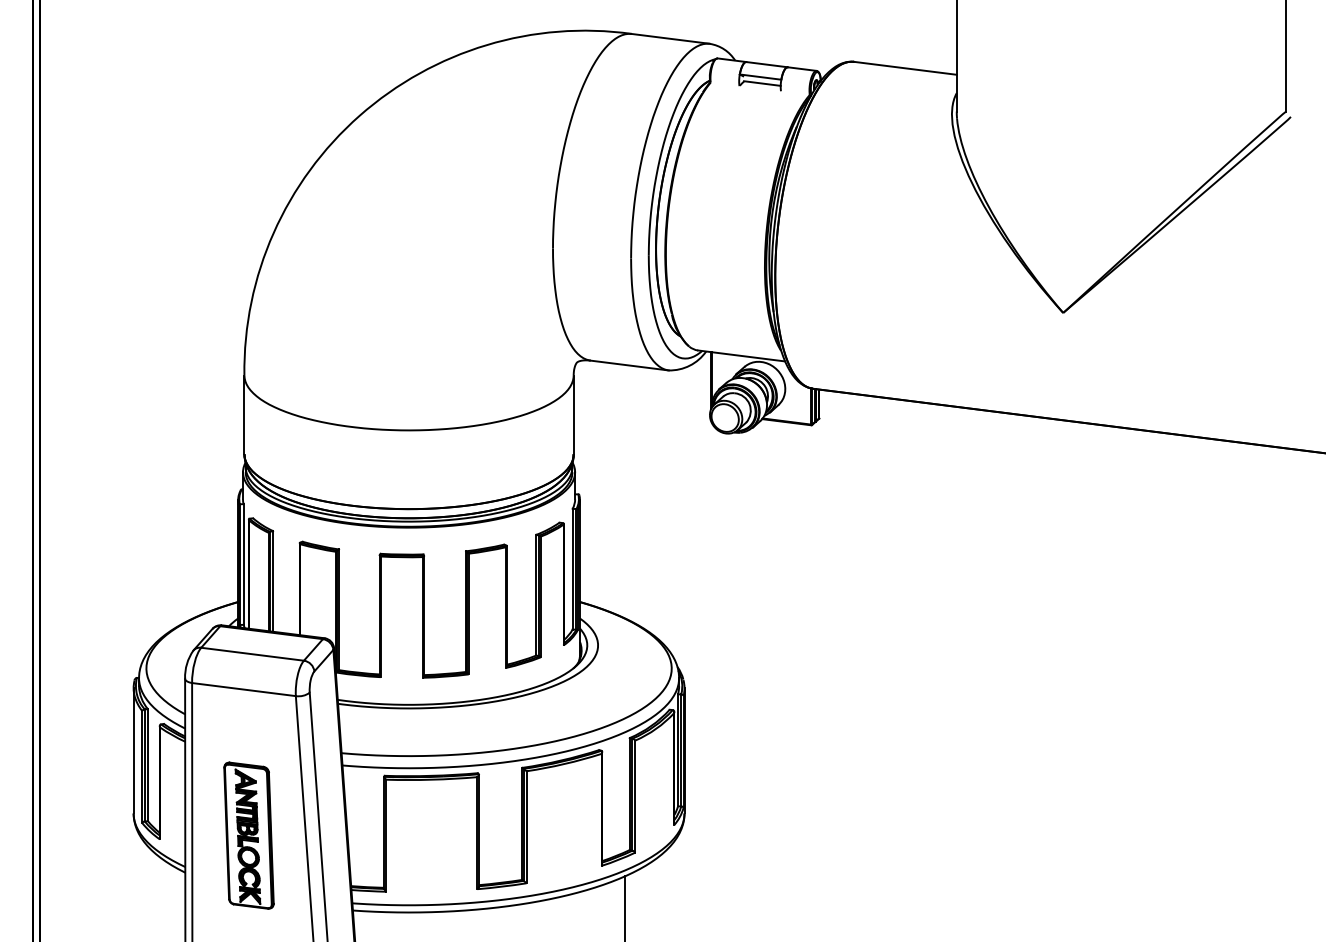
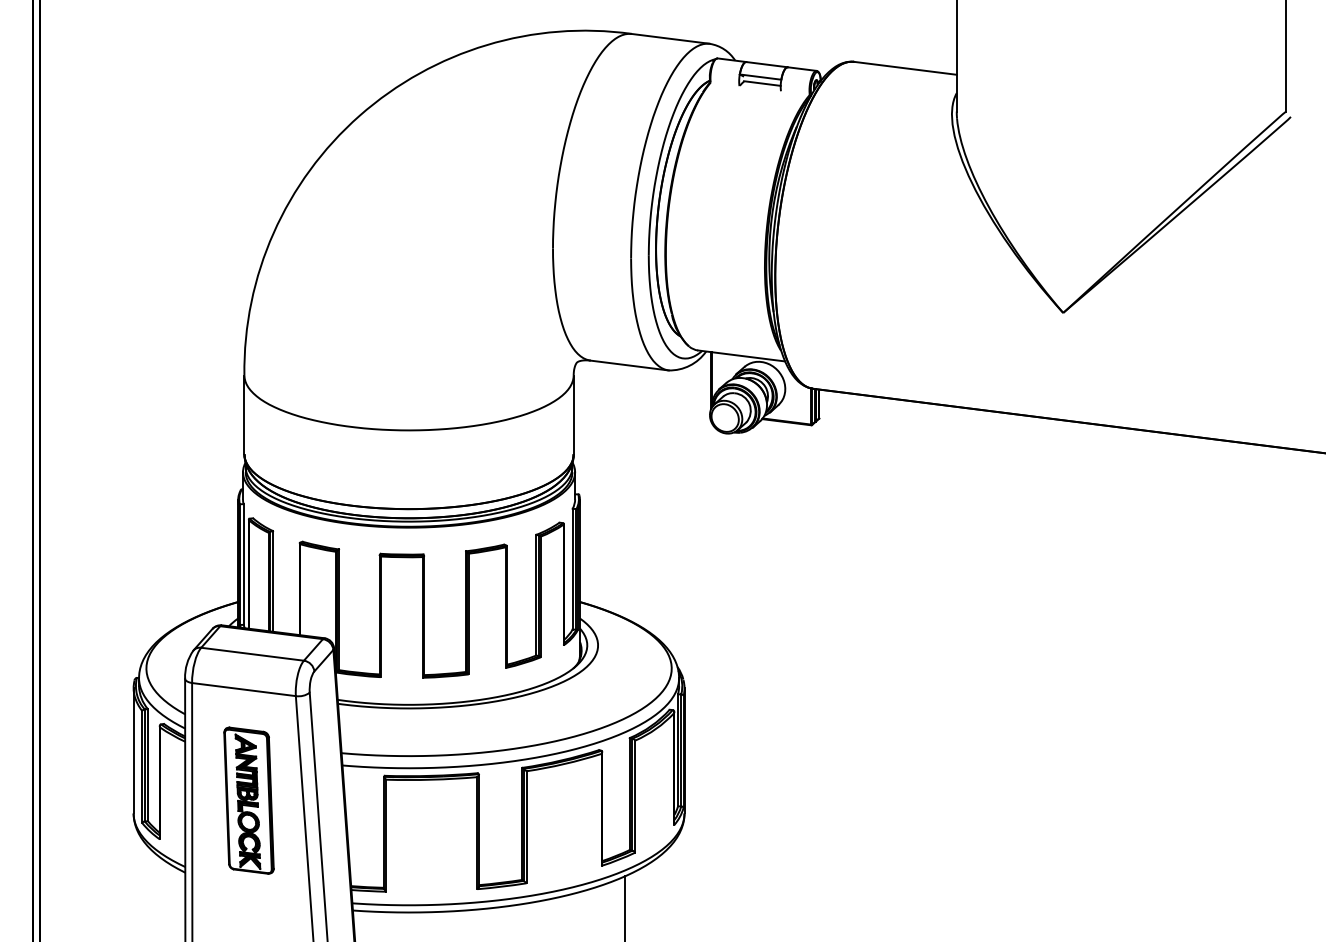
part at (248, 835) position: (248, 835) -> (248, 800)
